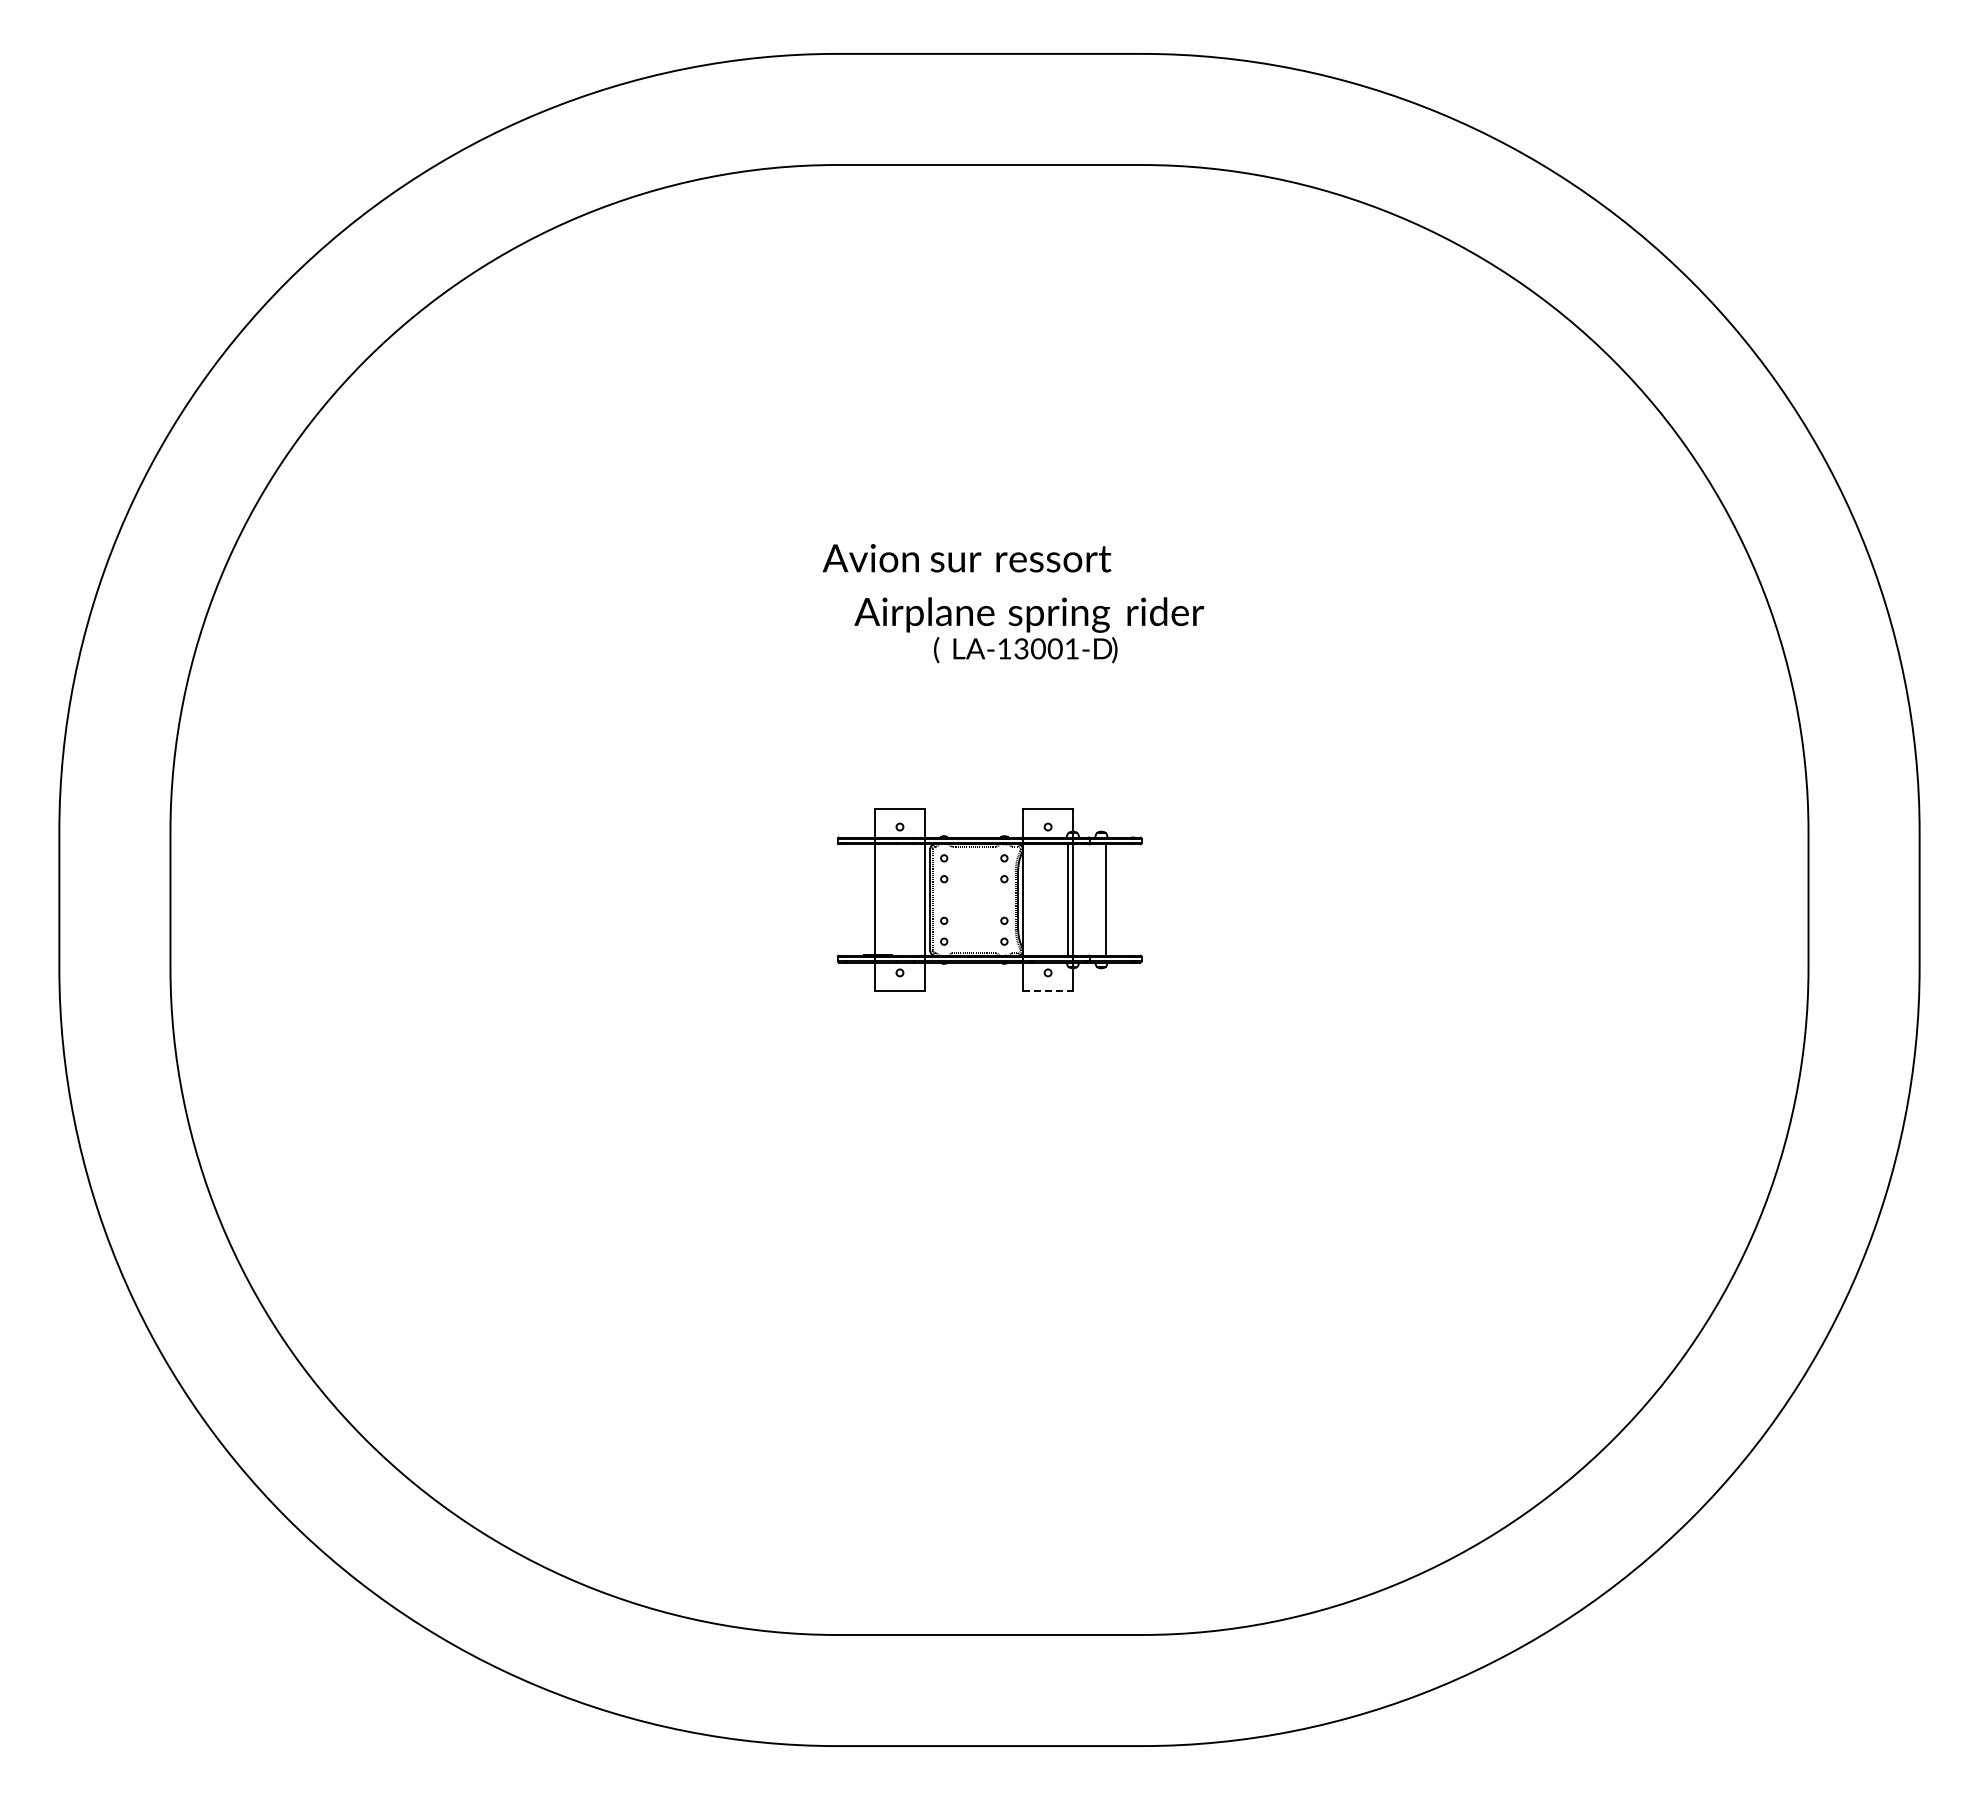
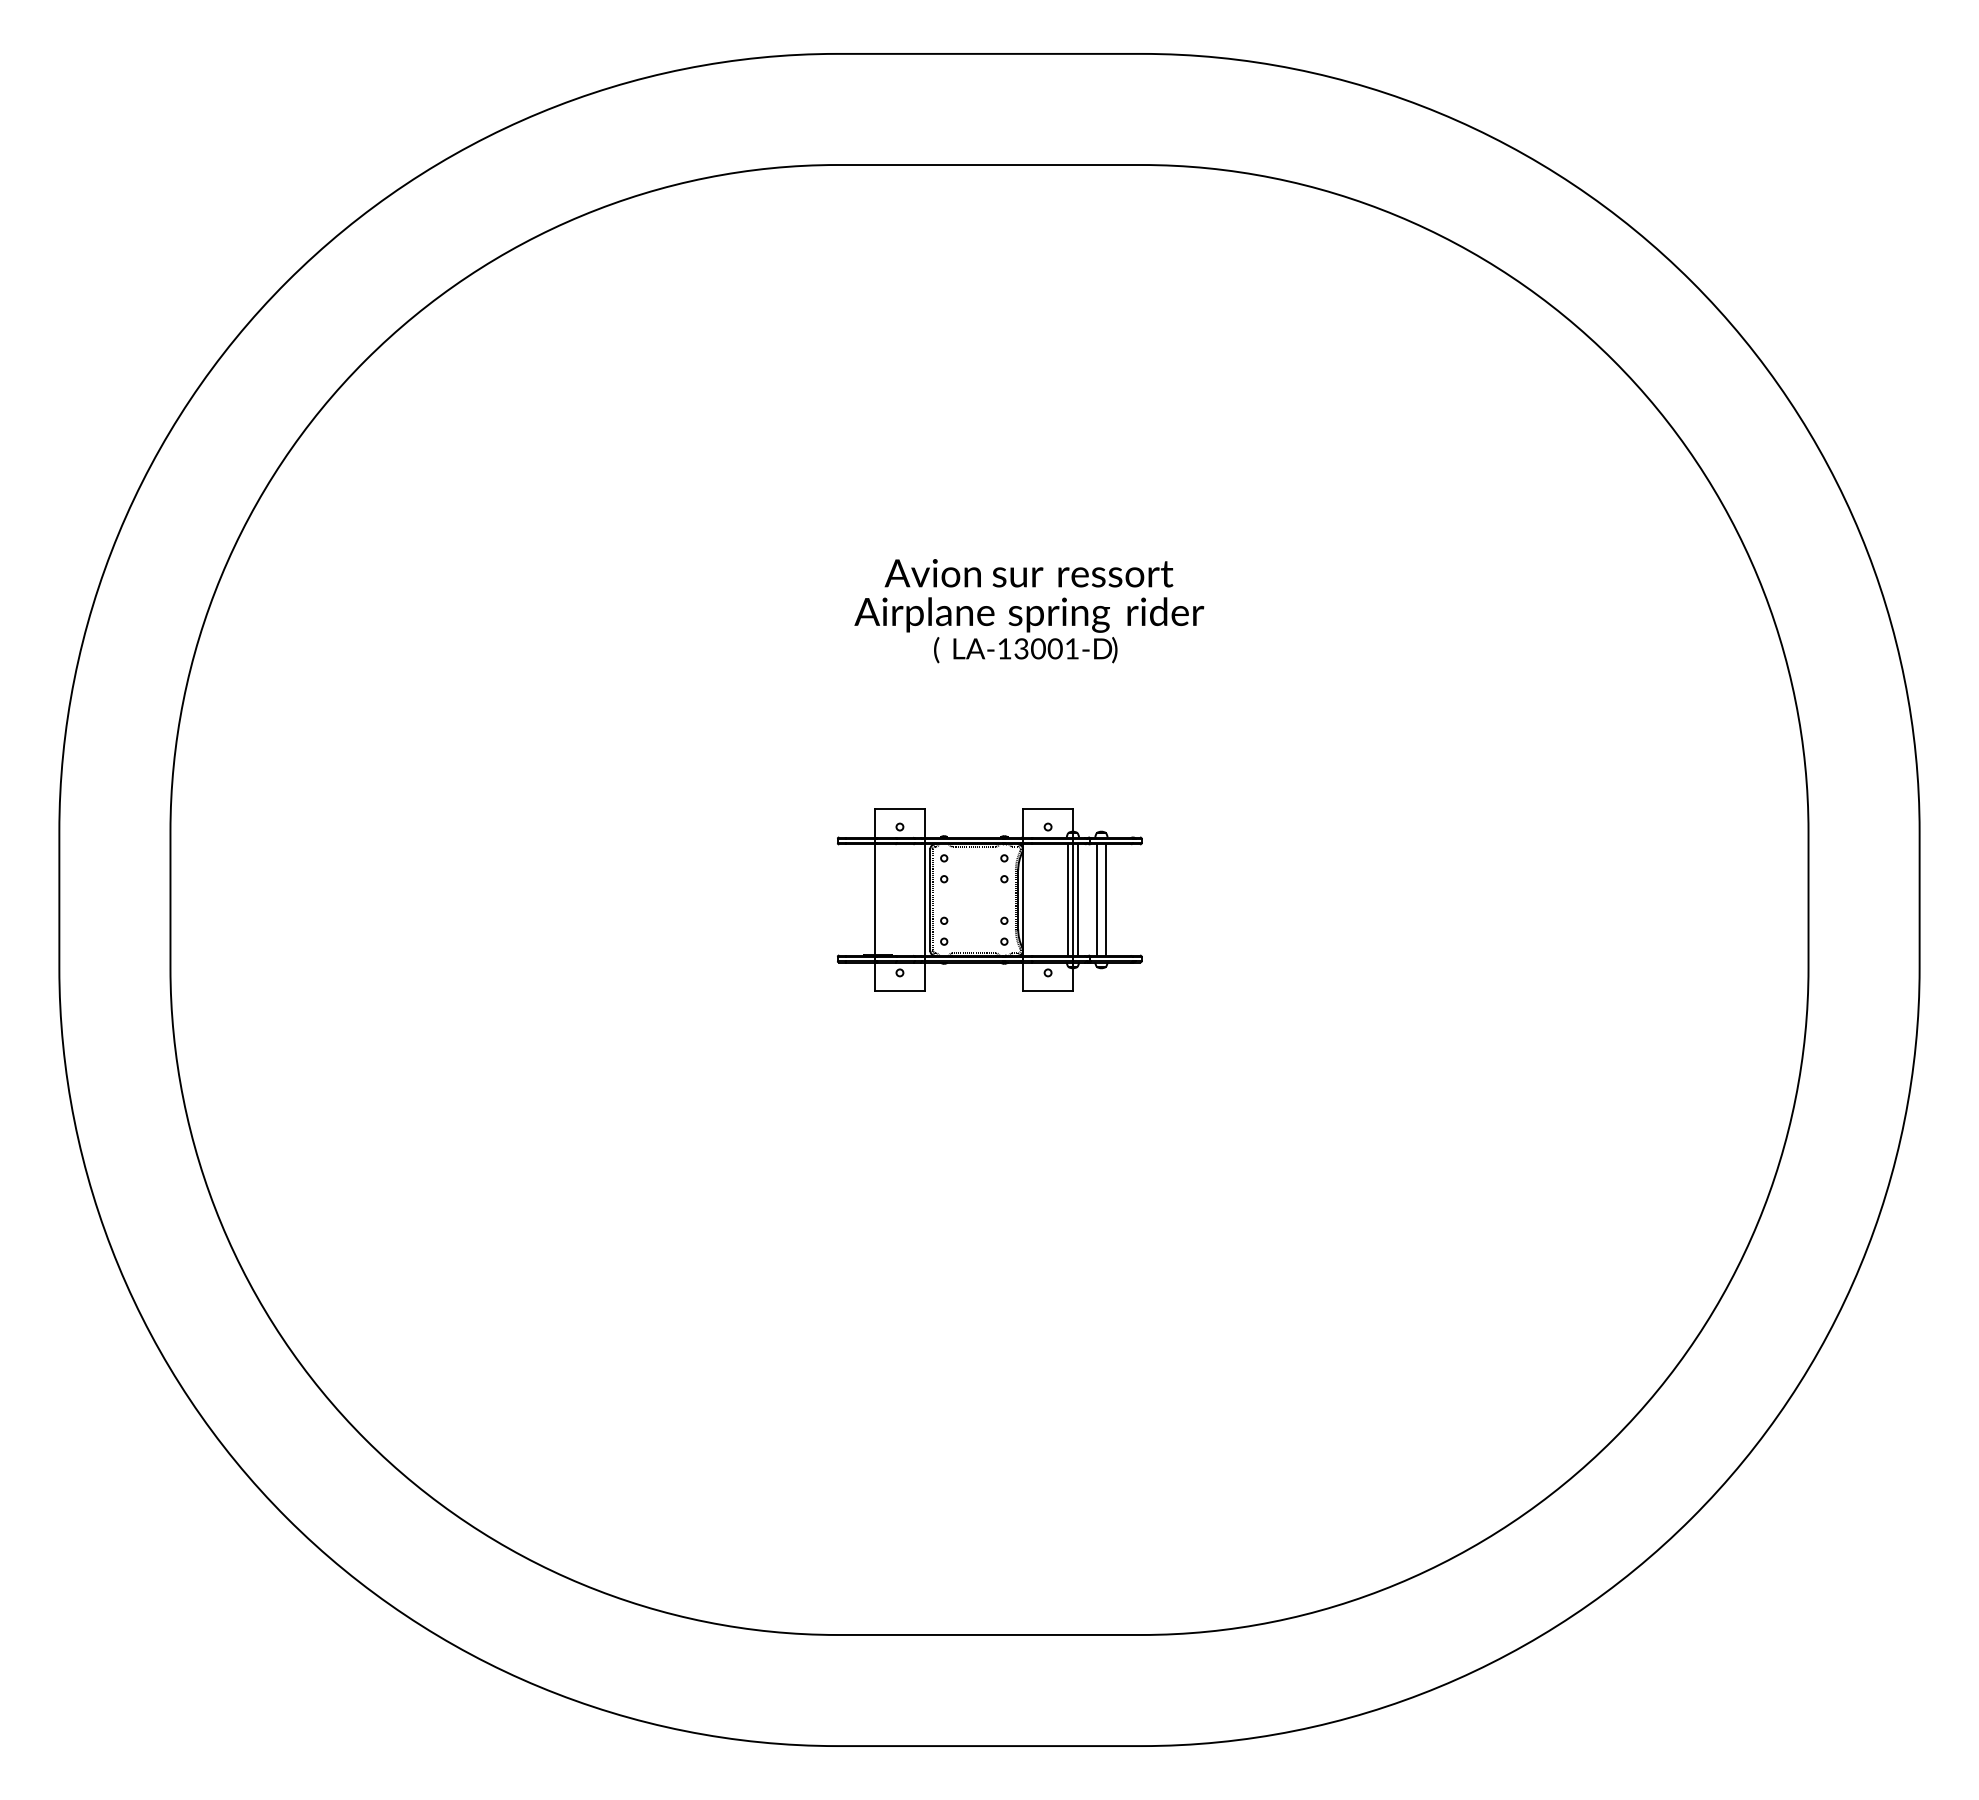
text at (966, 558) position: (966, 558) -> (1028, 573)
line at (1077, 899): none -> present
line at (1096, 899): none -> present
line at (1048, 991): dashed -> solid
